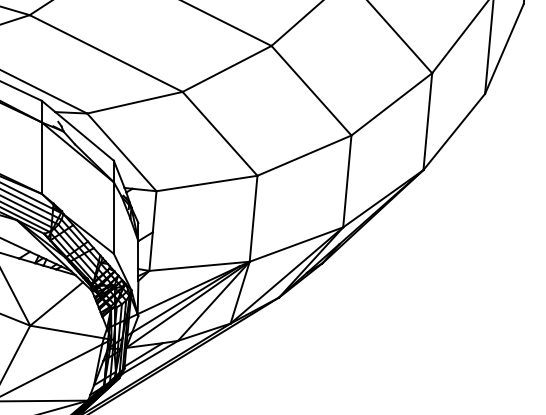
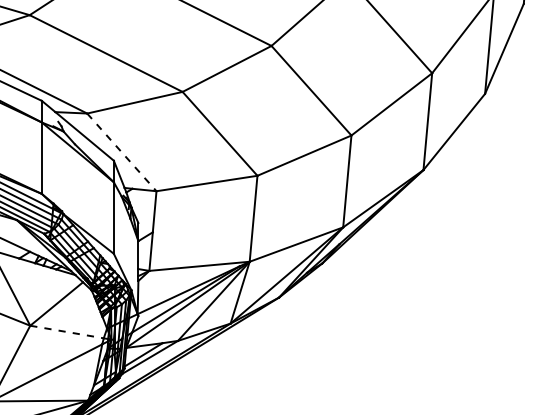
line at (122, 152): solid -> dashed
line at (67, 332): solid -> dashed
